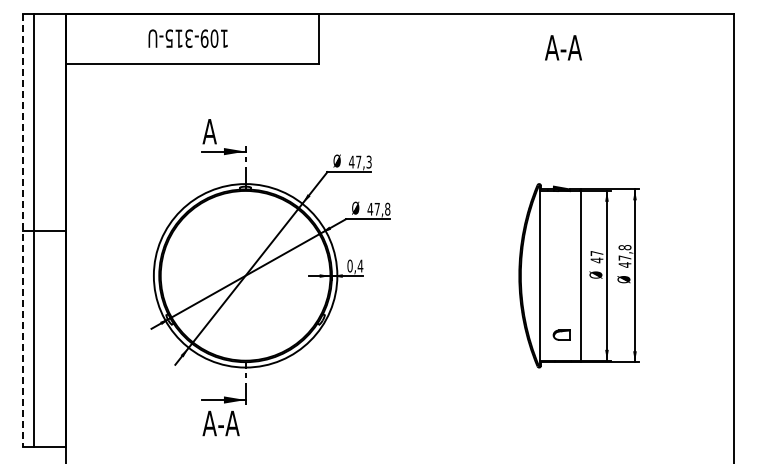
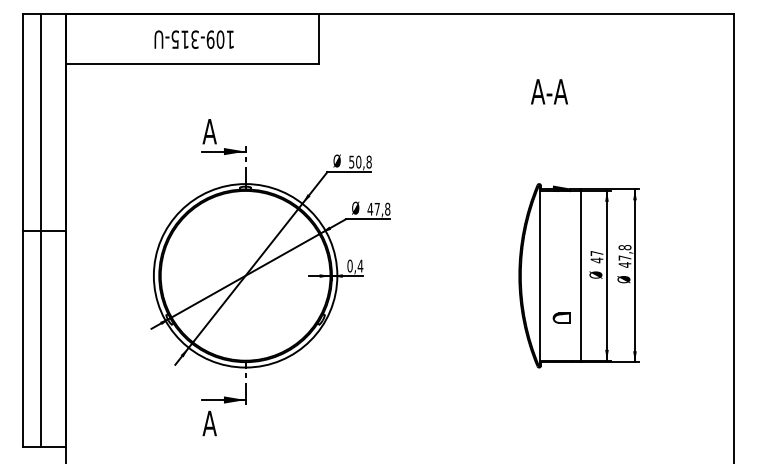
text at (187, 38) position: (187, 38) -> (193, 39)
text at (563, 47) position: (563, 47) -> (549, 91)
text at (359, 161): 47,3 -> 50,8
line at (22, 230): dashed -> solid
line at (33, 230) position: (33, 230) -> (40, 230)
part at (561, 334) position: (561, 334) -> (561, 317)
text at (228, 423): A-A -> A
